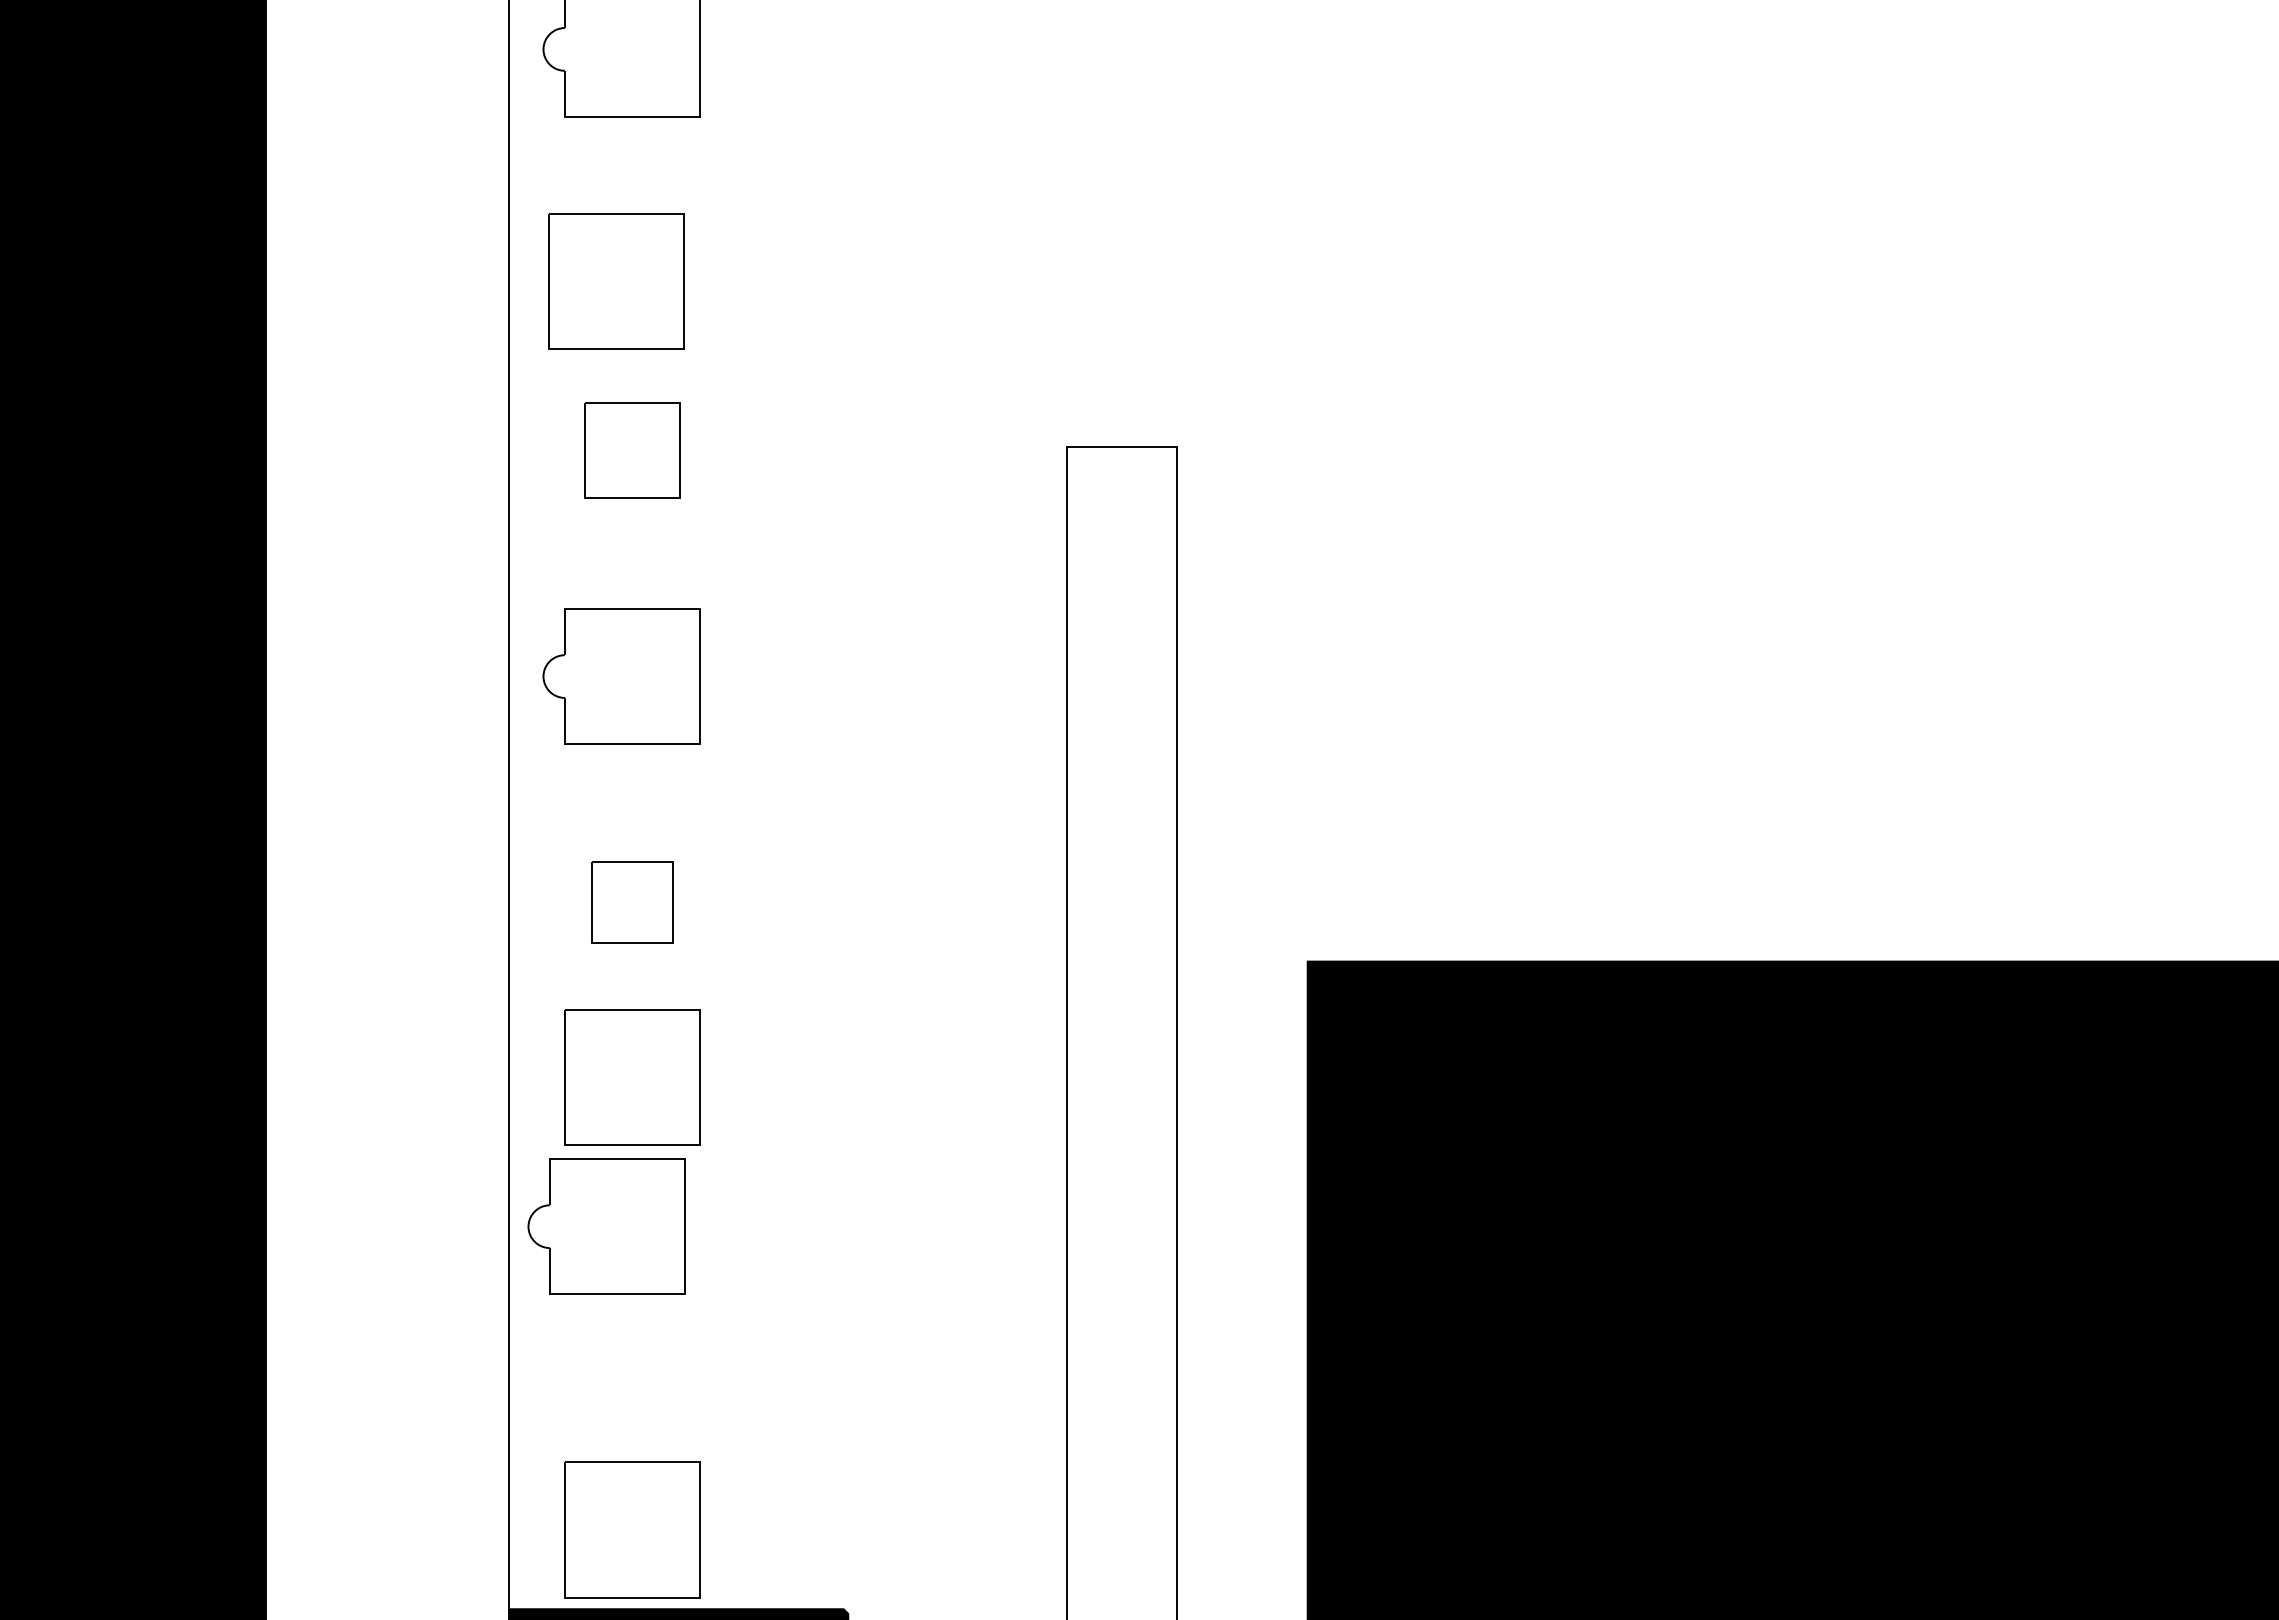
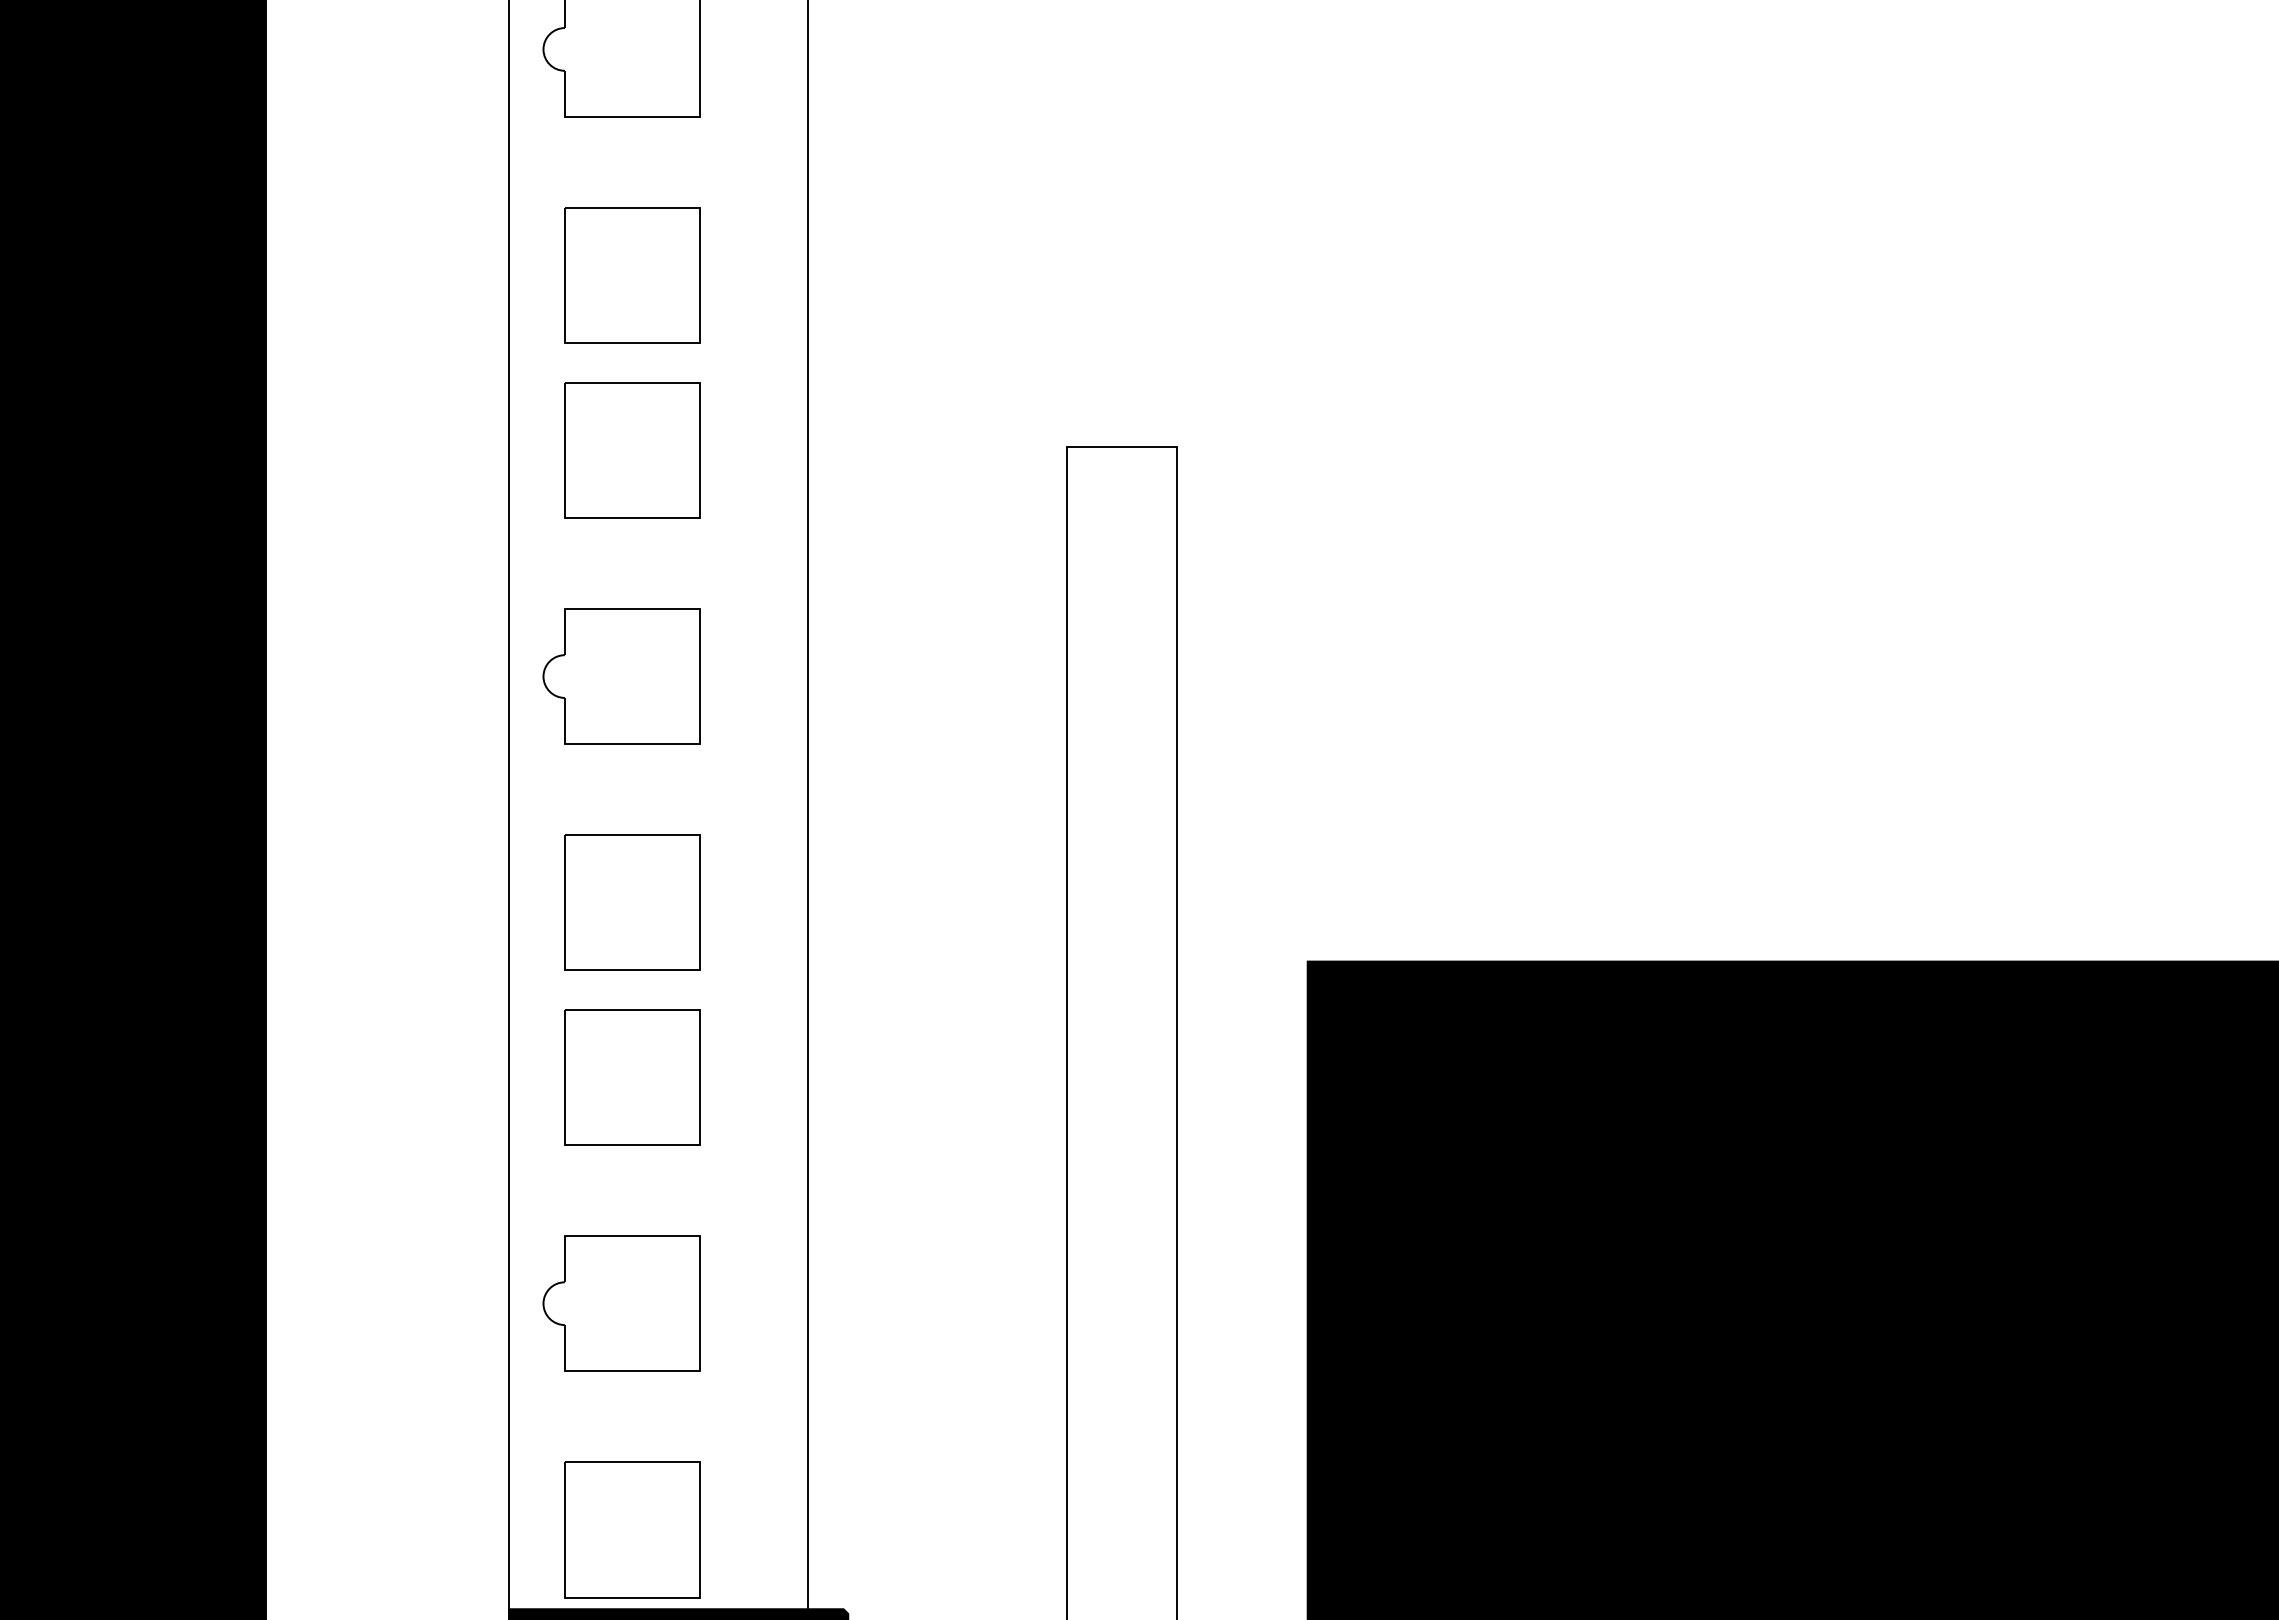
part at (616, 281) position: (616, 281) -> (632, 275)
part at (632, 450) size: 97x97 px -> 137x137 px
line at (807, 807): none -> present
part at (632, 902) size: 83x83 px -> 137x137 px
part at (606, 1226) position: (606, 1226) -> (621, 1303)
